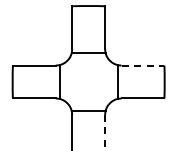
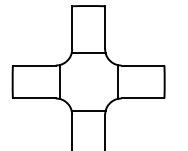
line at (143, 65): dashed -> solid
line at (105, 132): dashed -> solid
